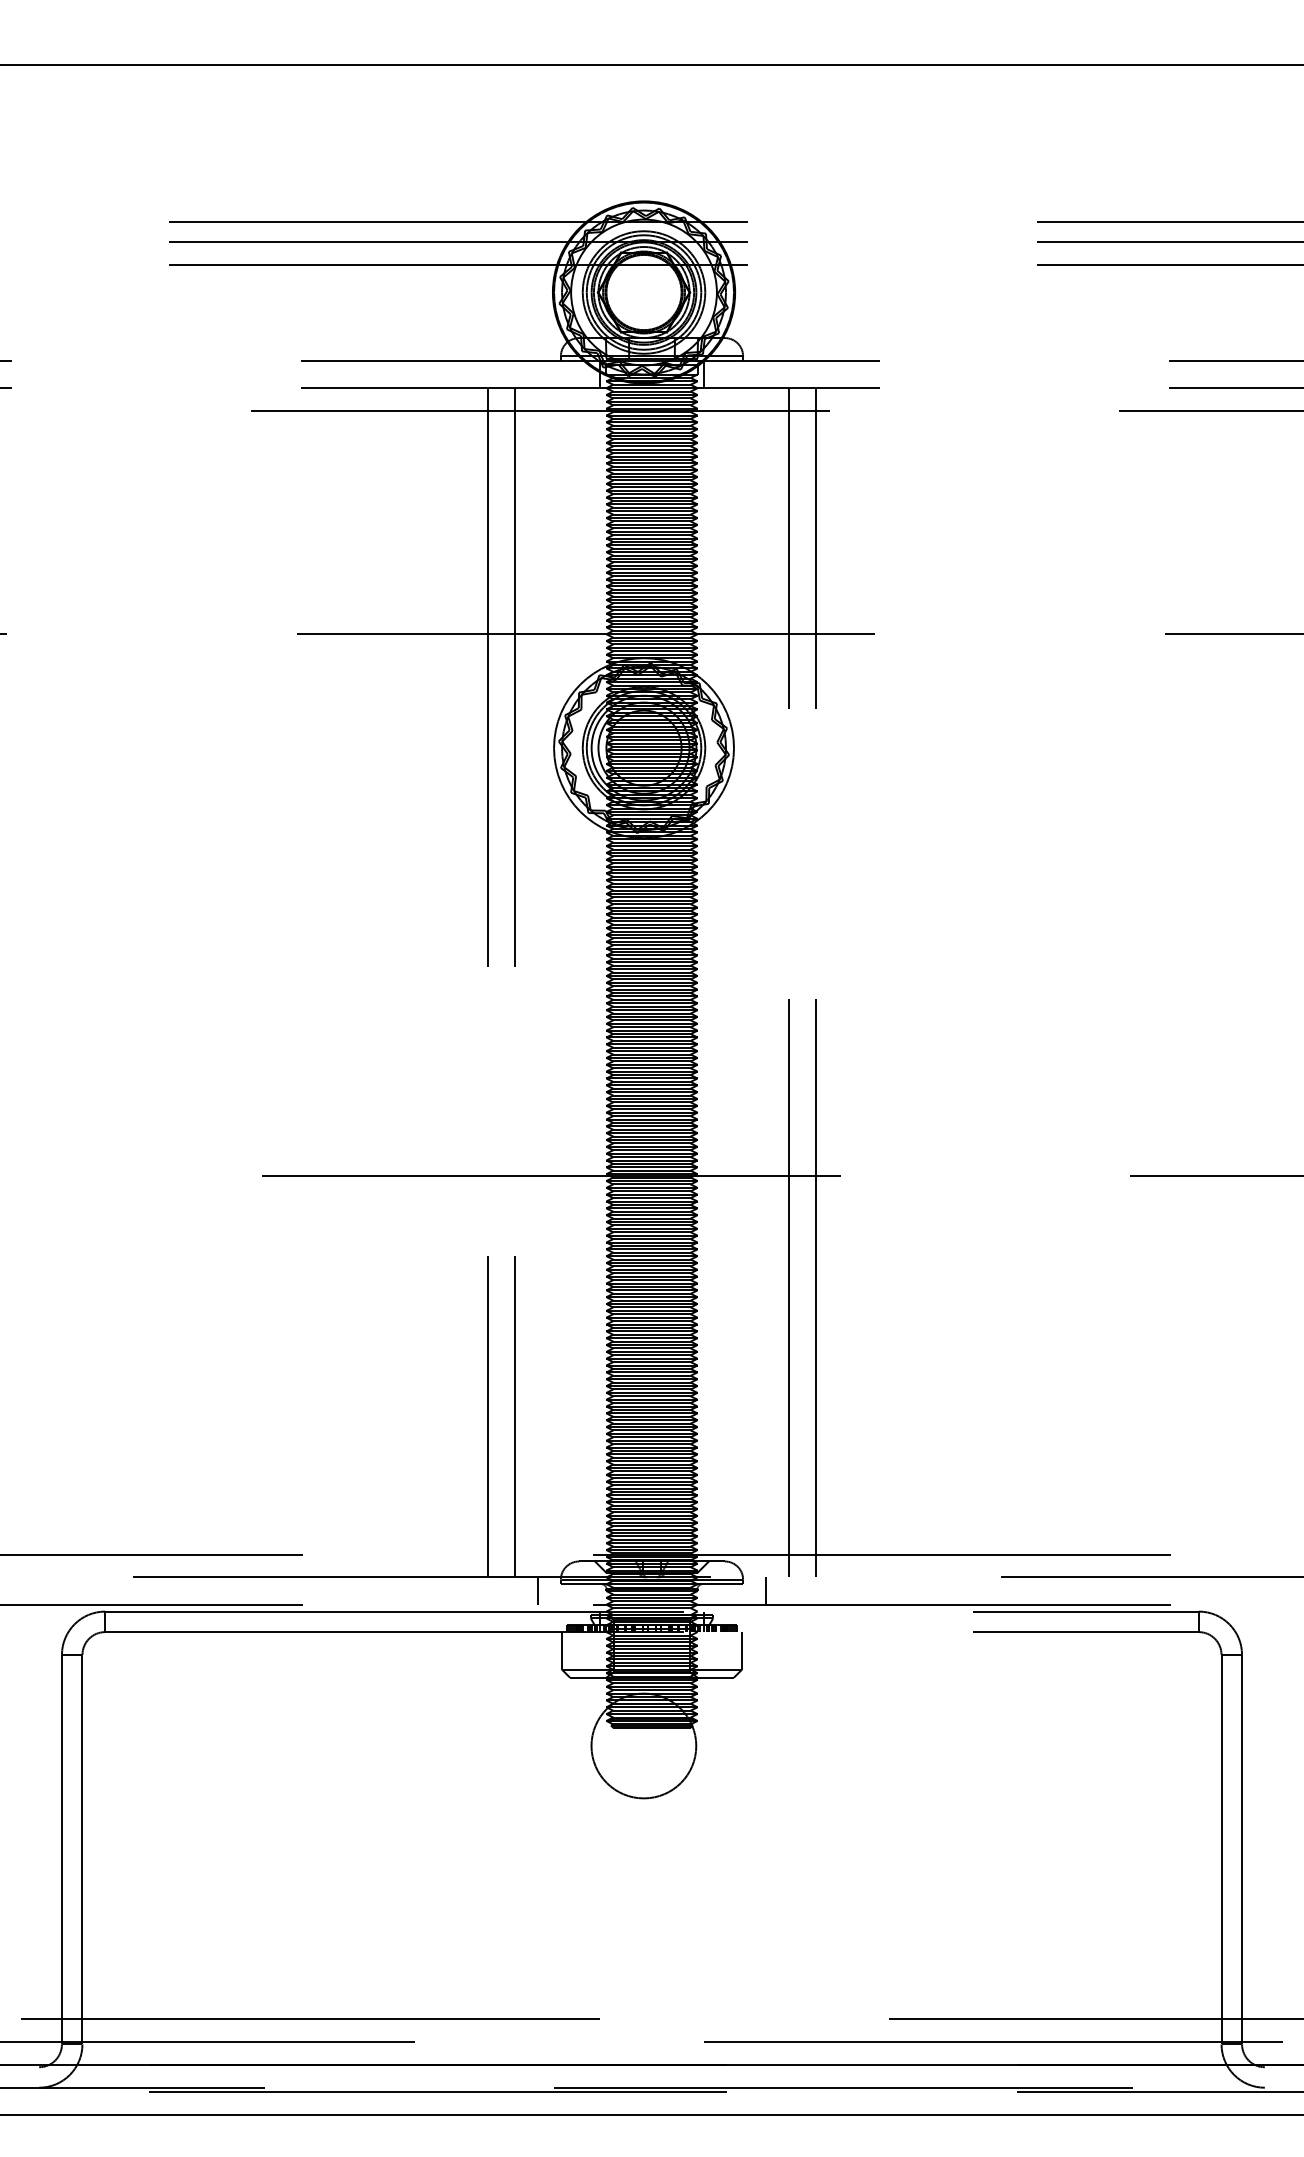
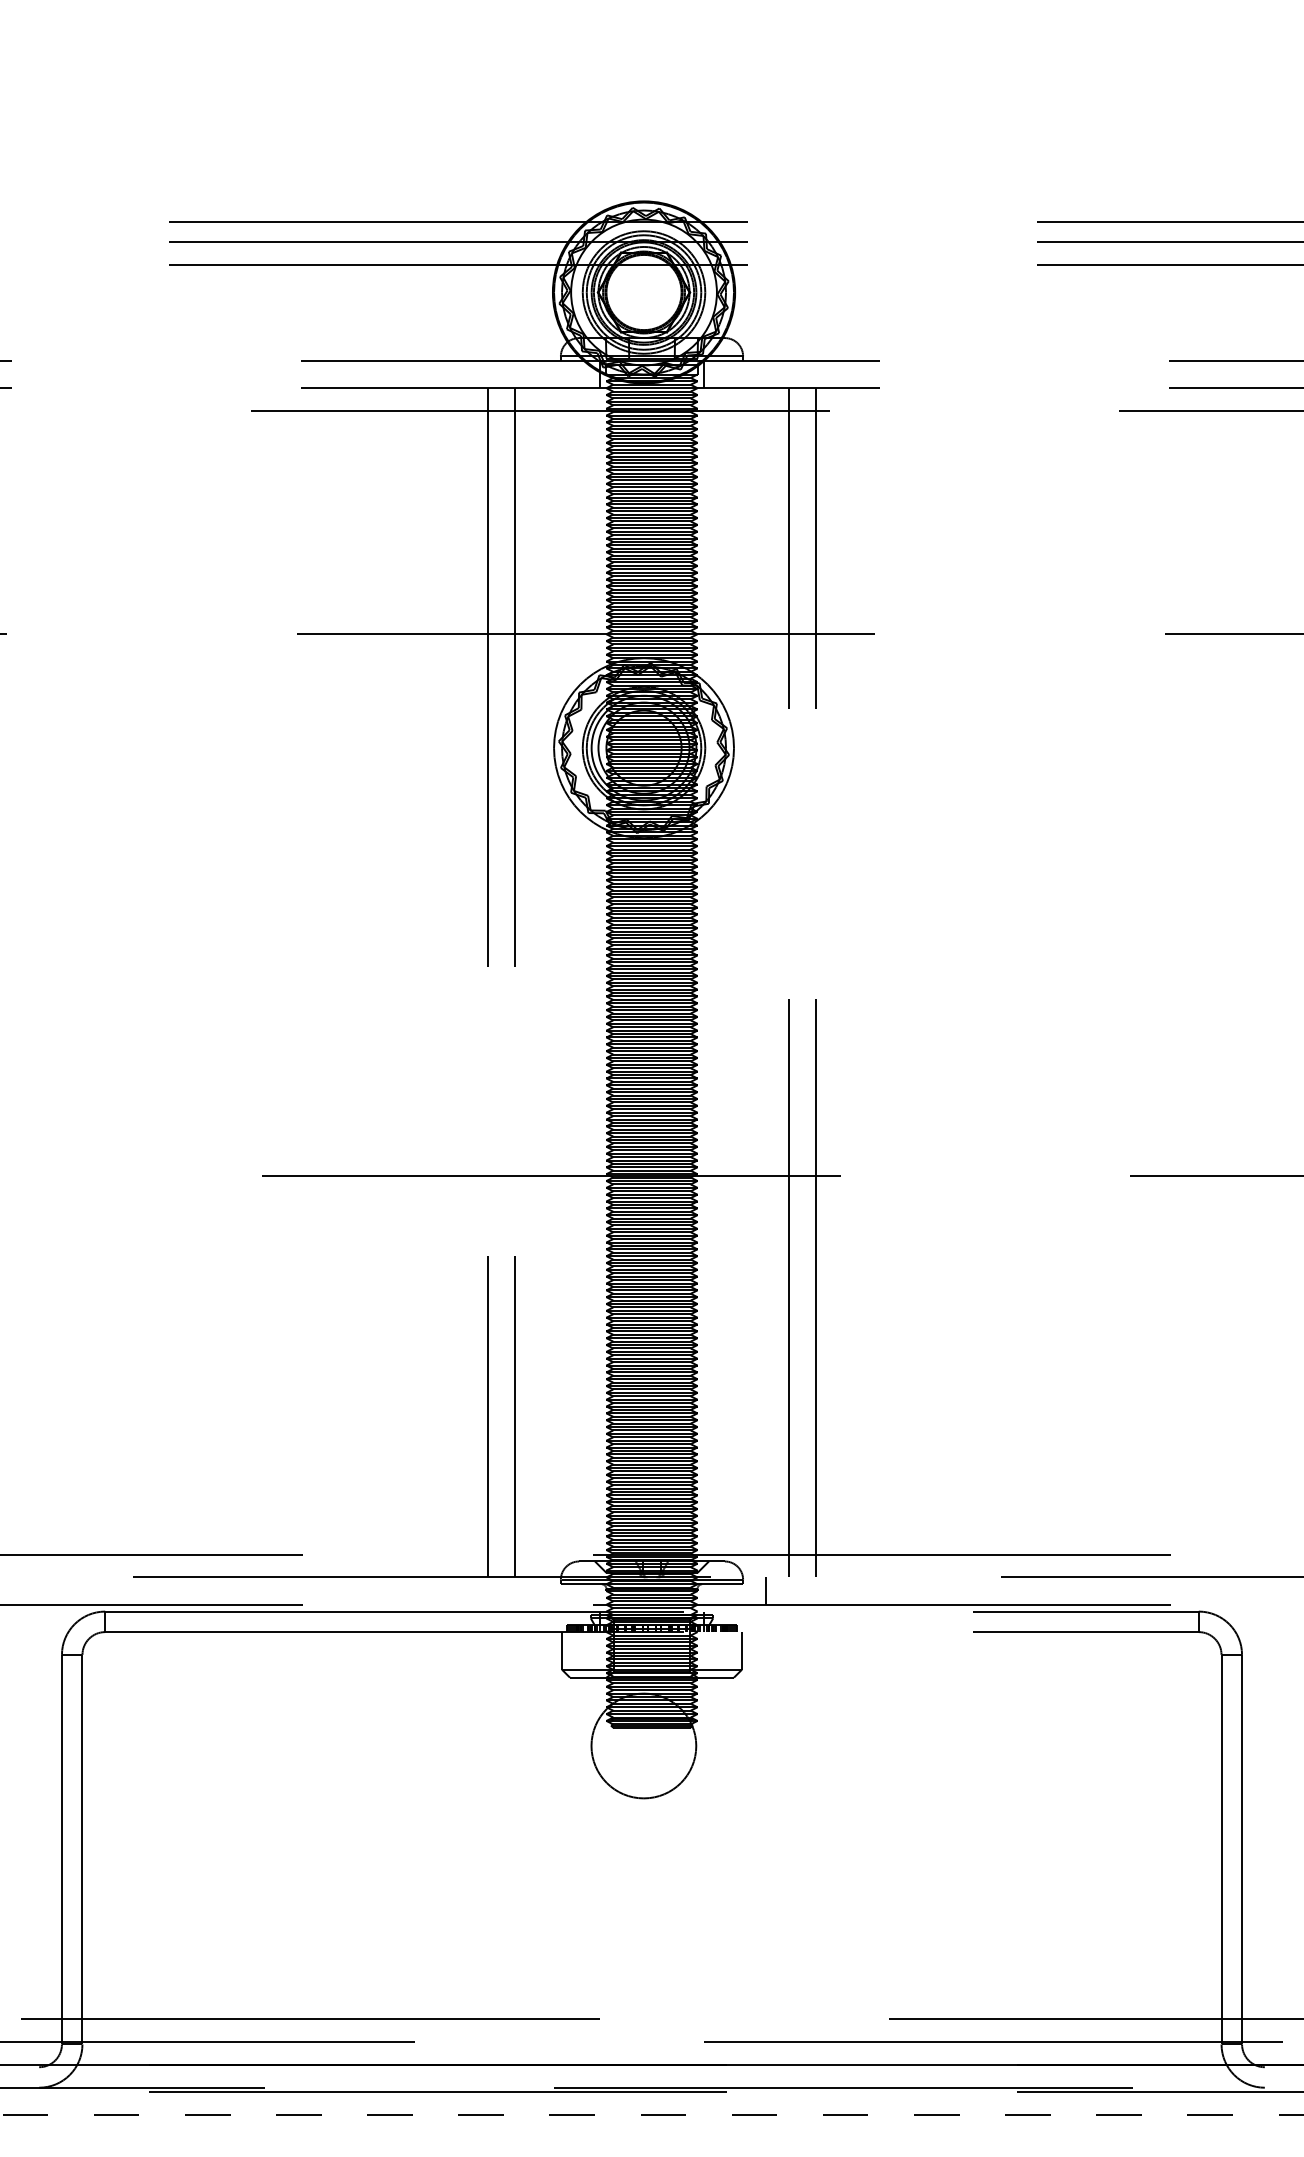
line at (651, 64): present -> none
line at (538, 1590): present -> none
line at (651, 2115): solid -> dashed
